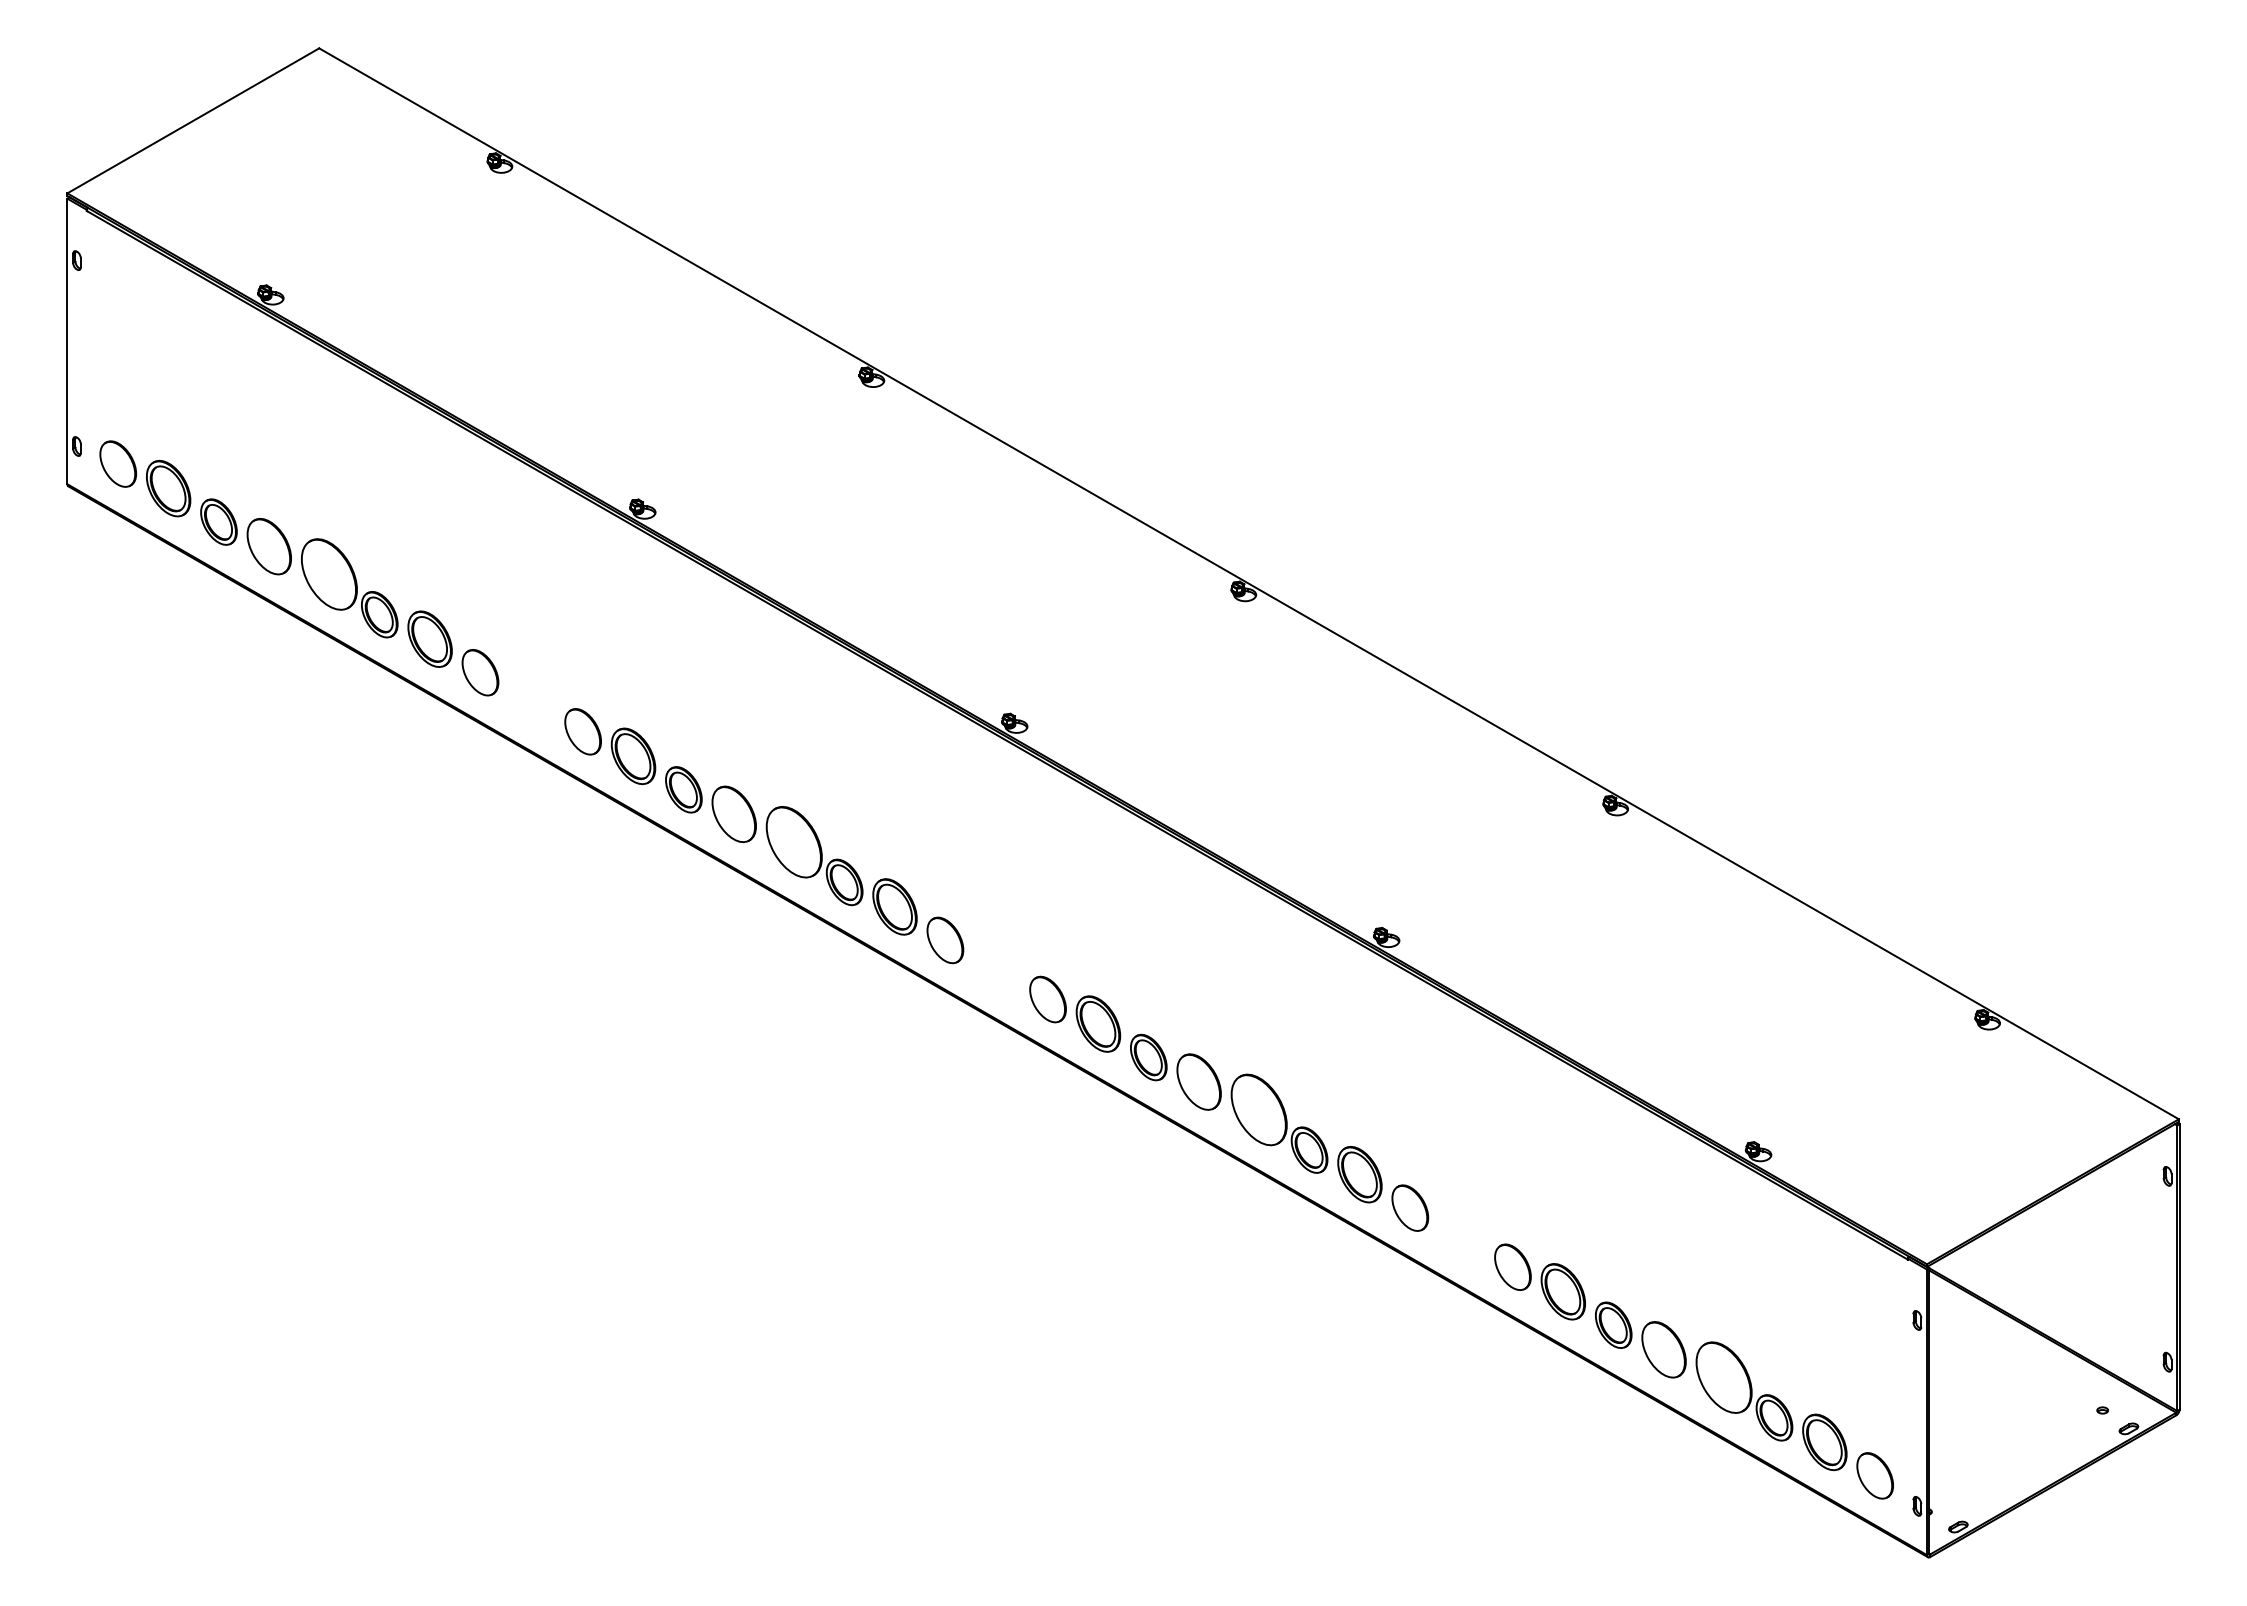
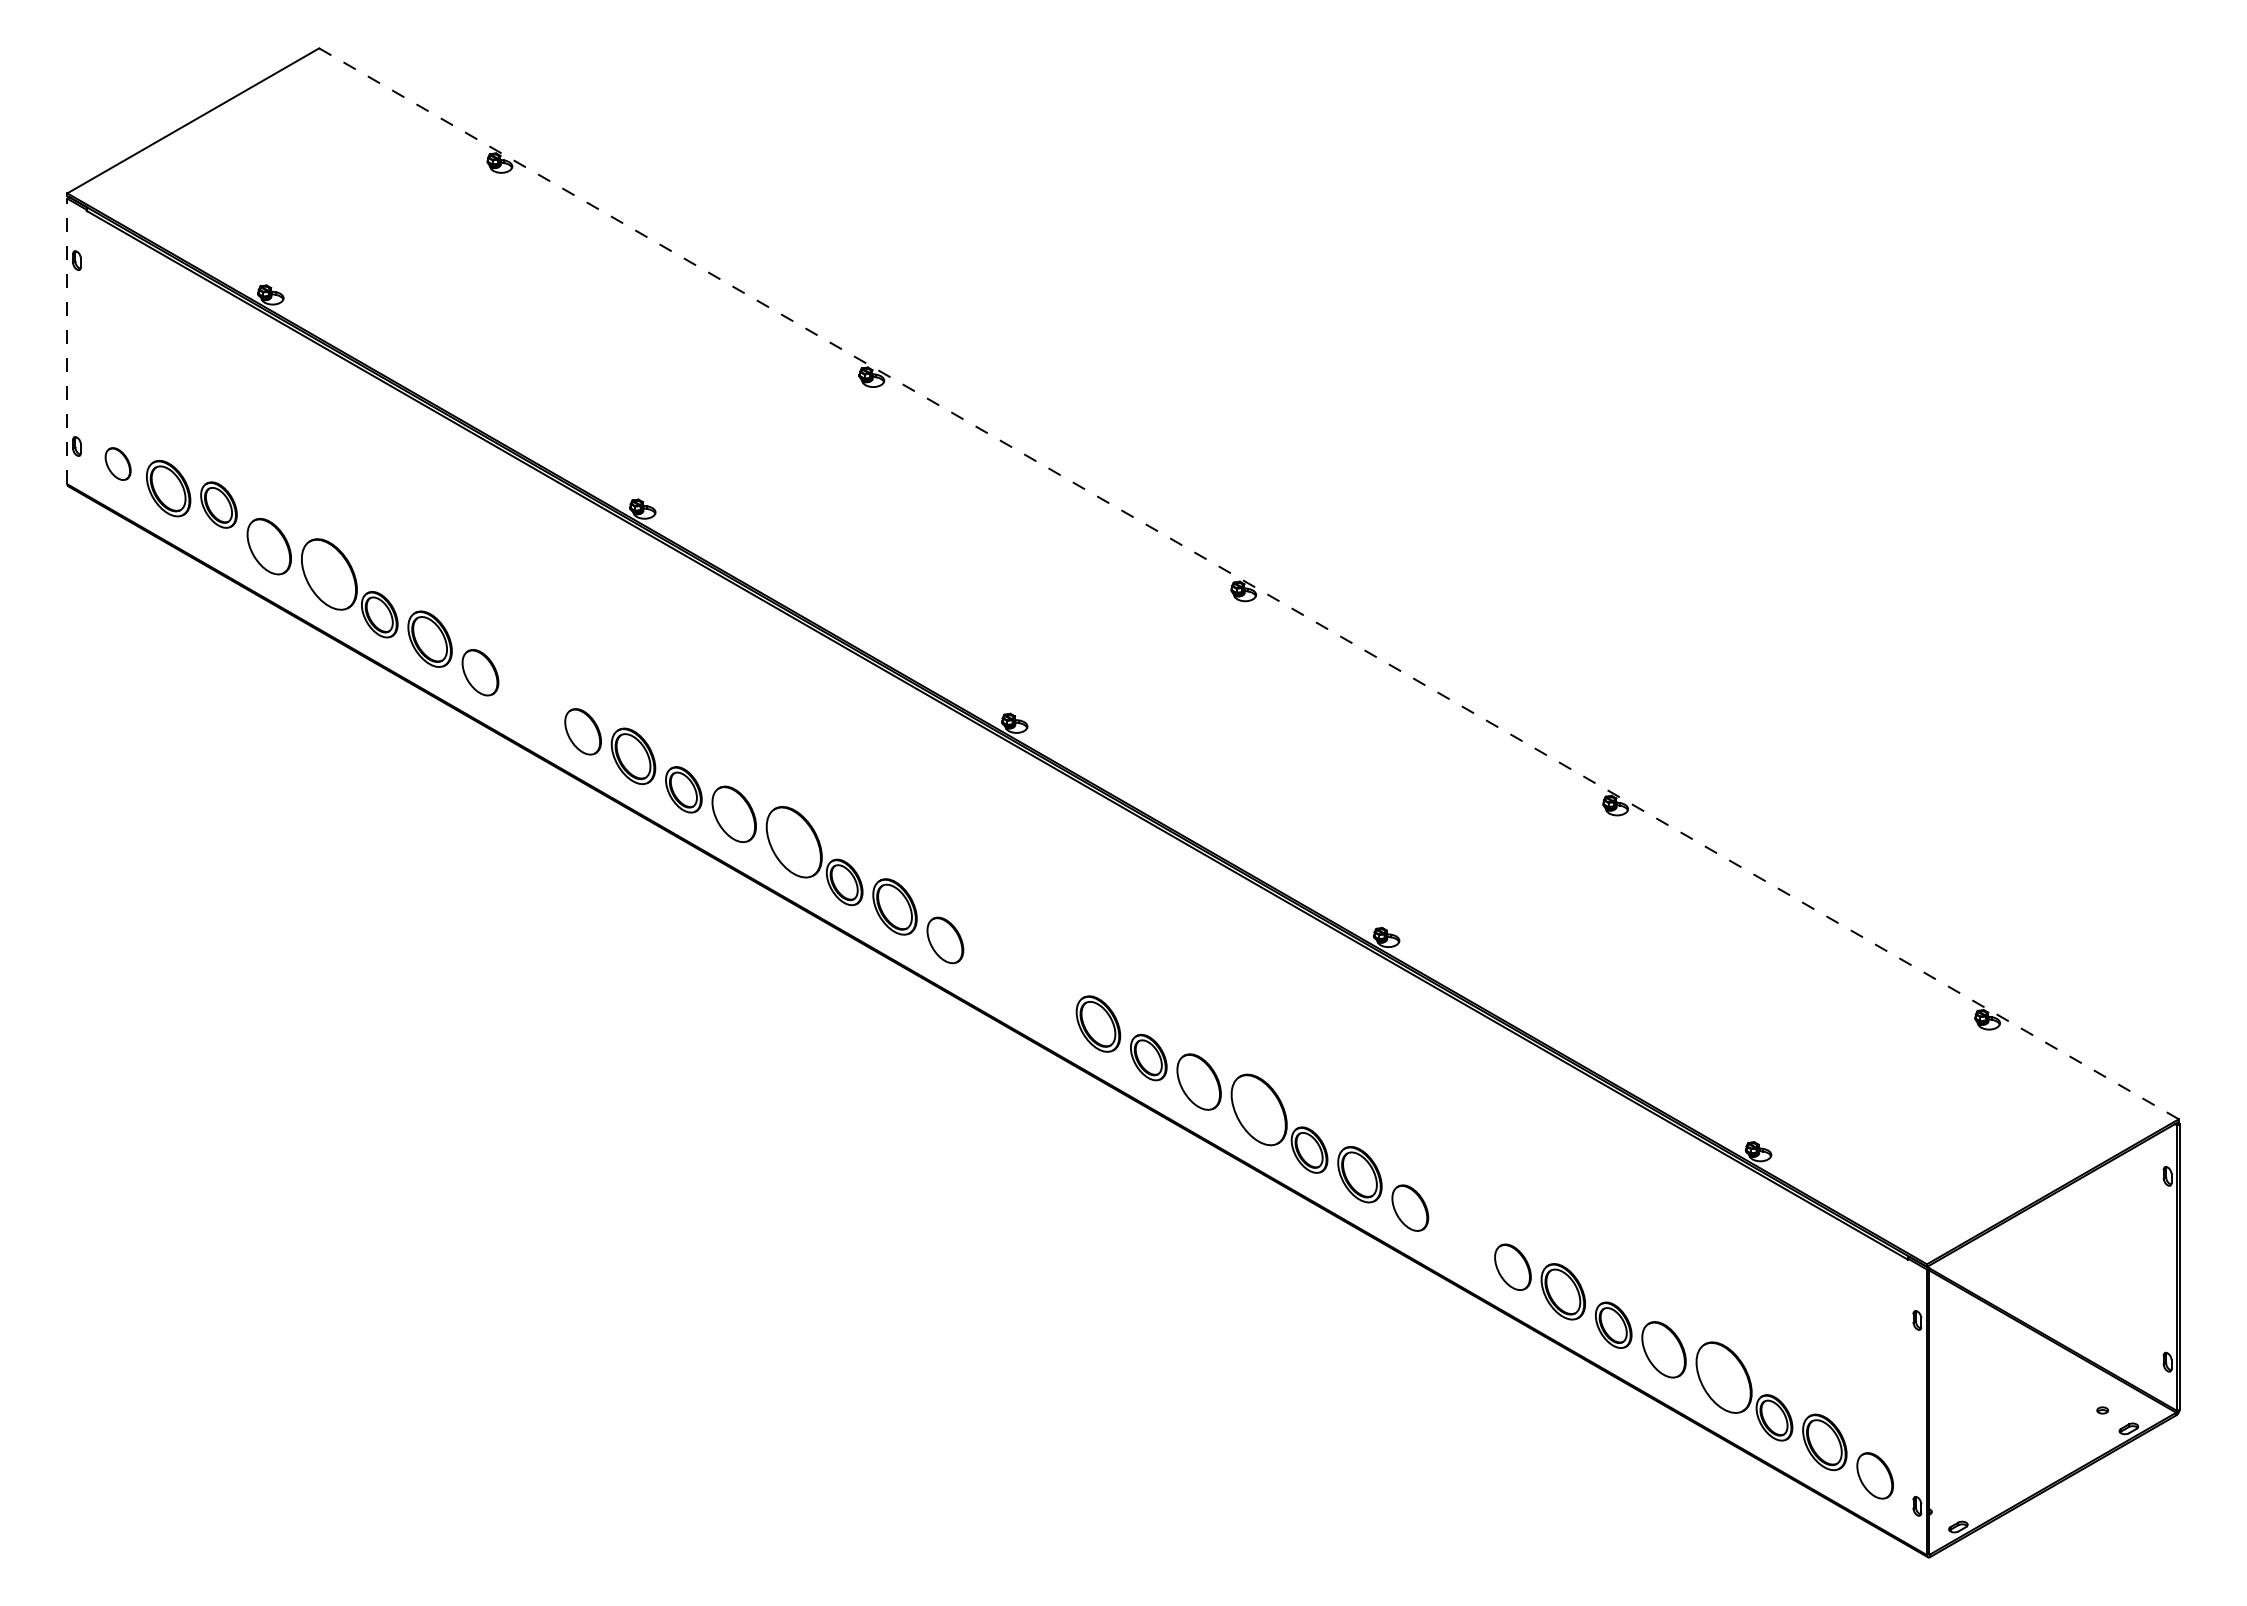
line at (67, 341): solid -> dashed
part at (117, 463) size: 38x48 px -> 28x34 px
part at (218, 521) position: (218, 521) -> (218, 504)
line at (1249, 583): solid -> dashed
part at (1047, 999): present -> none
